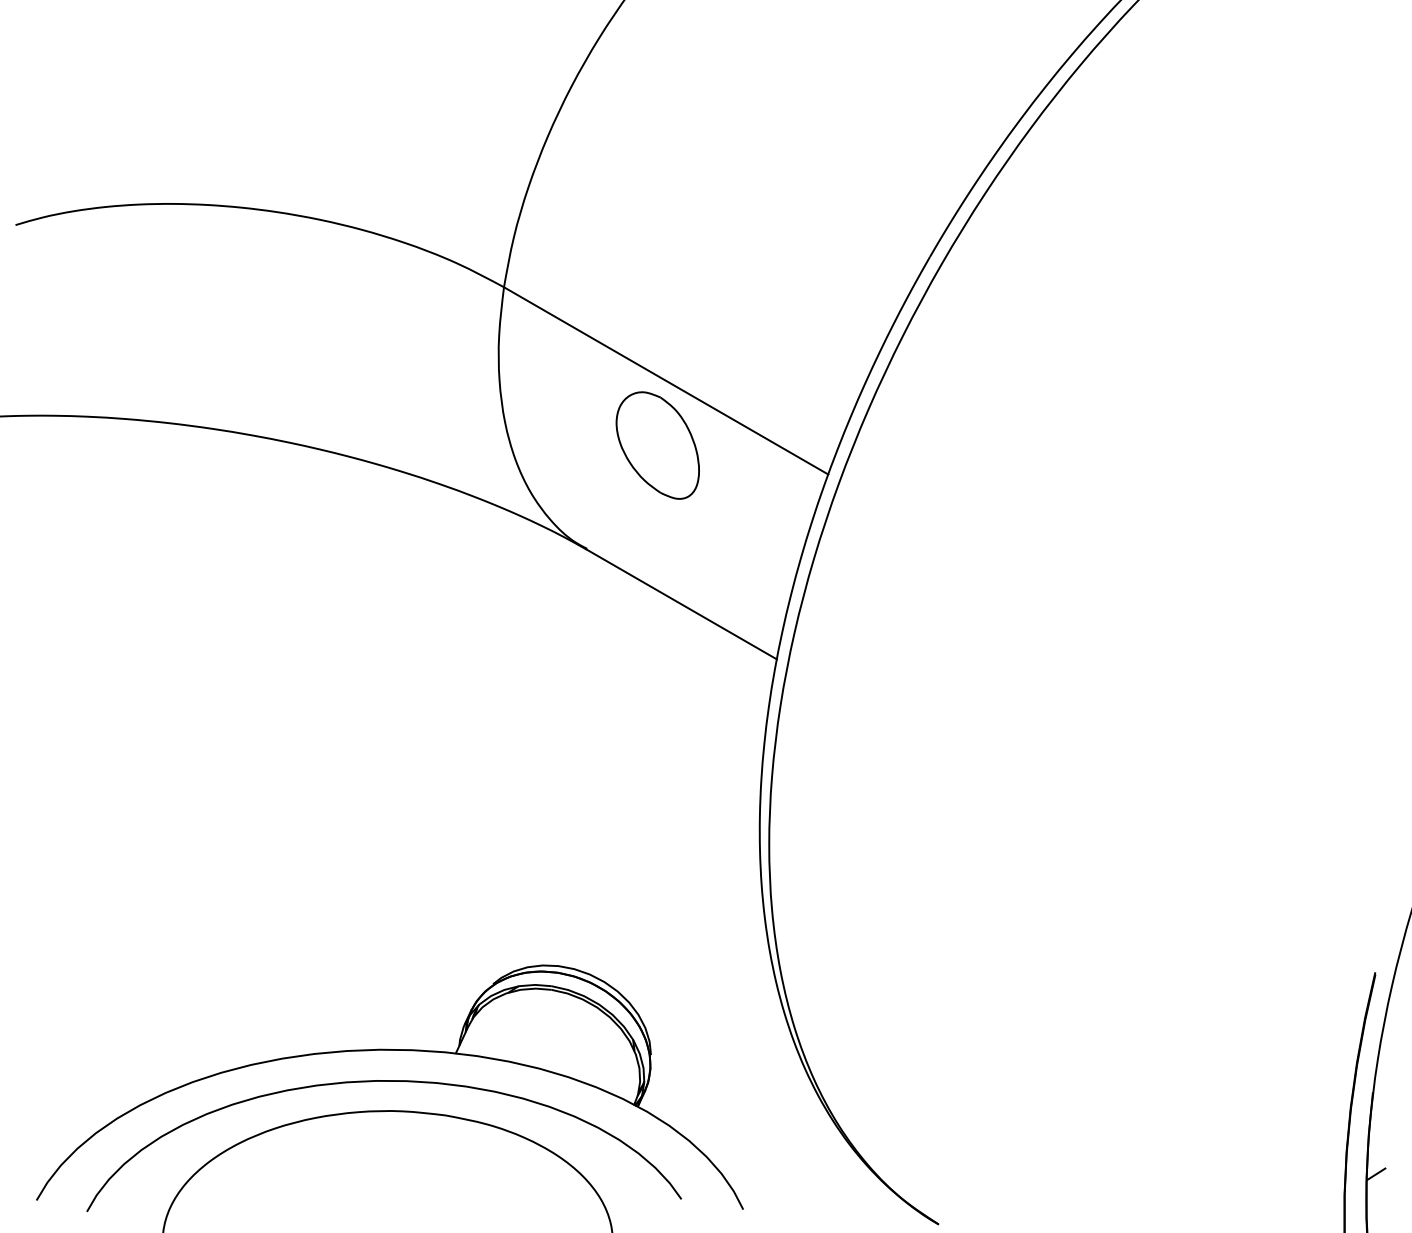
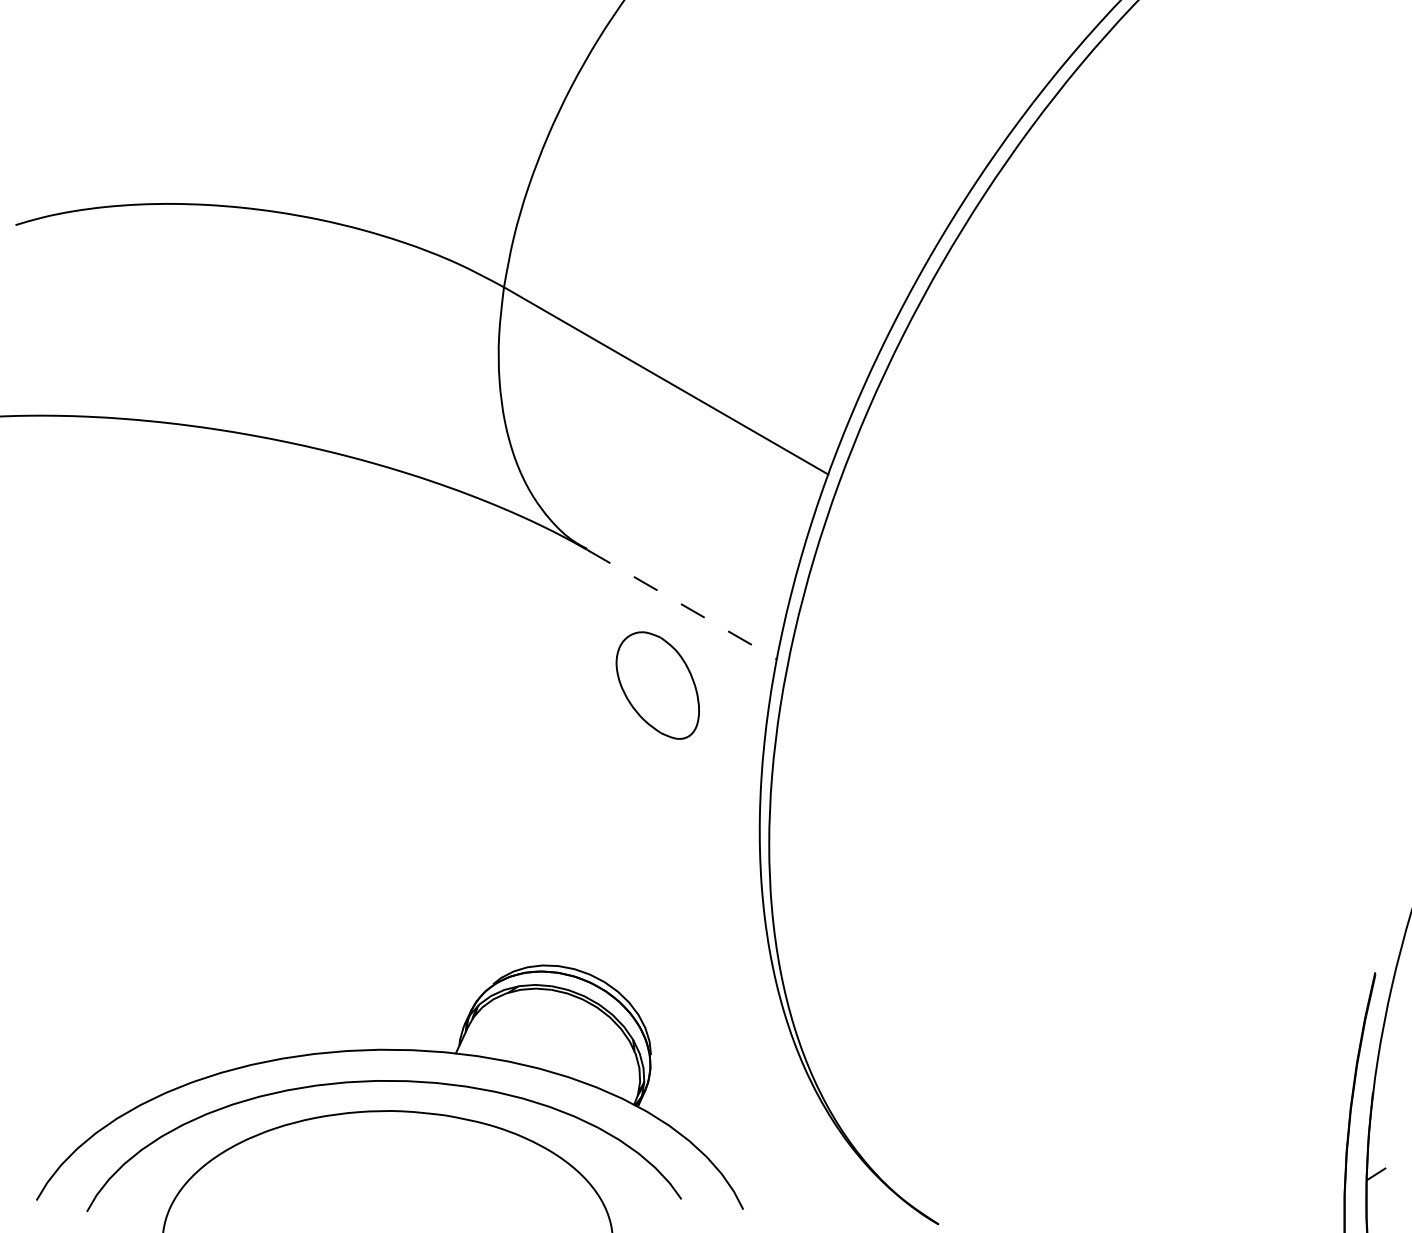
part at (657, 445) position: (657, 445) -> (657, 685)
line at (681, 604): solid -> dashed
